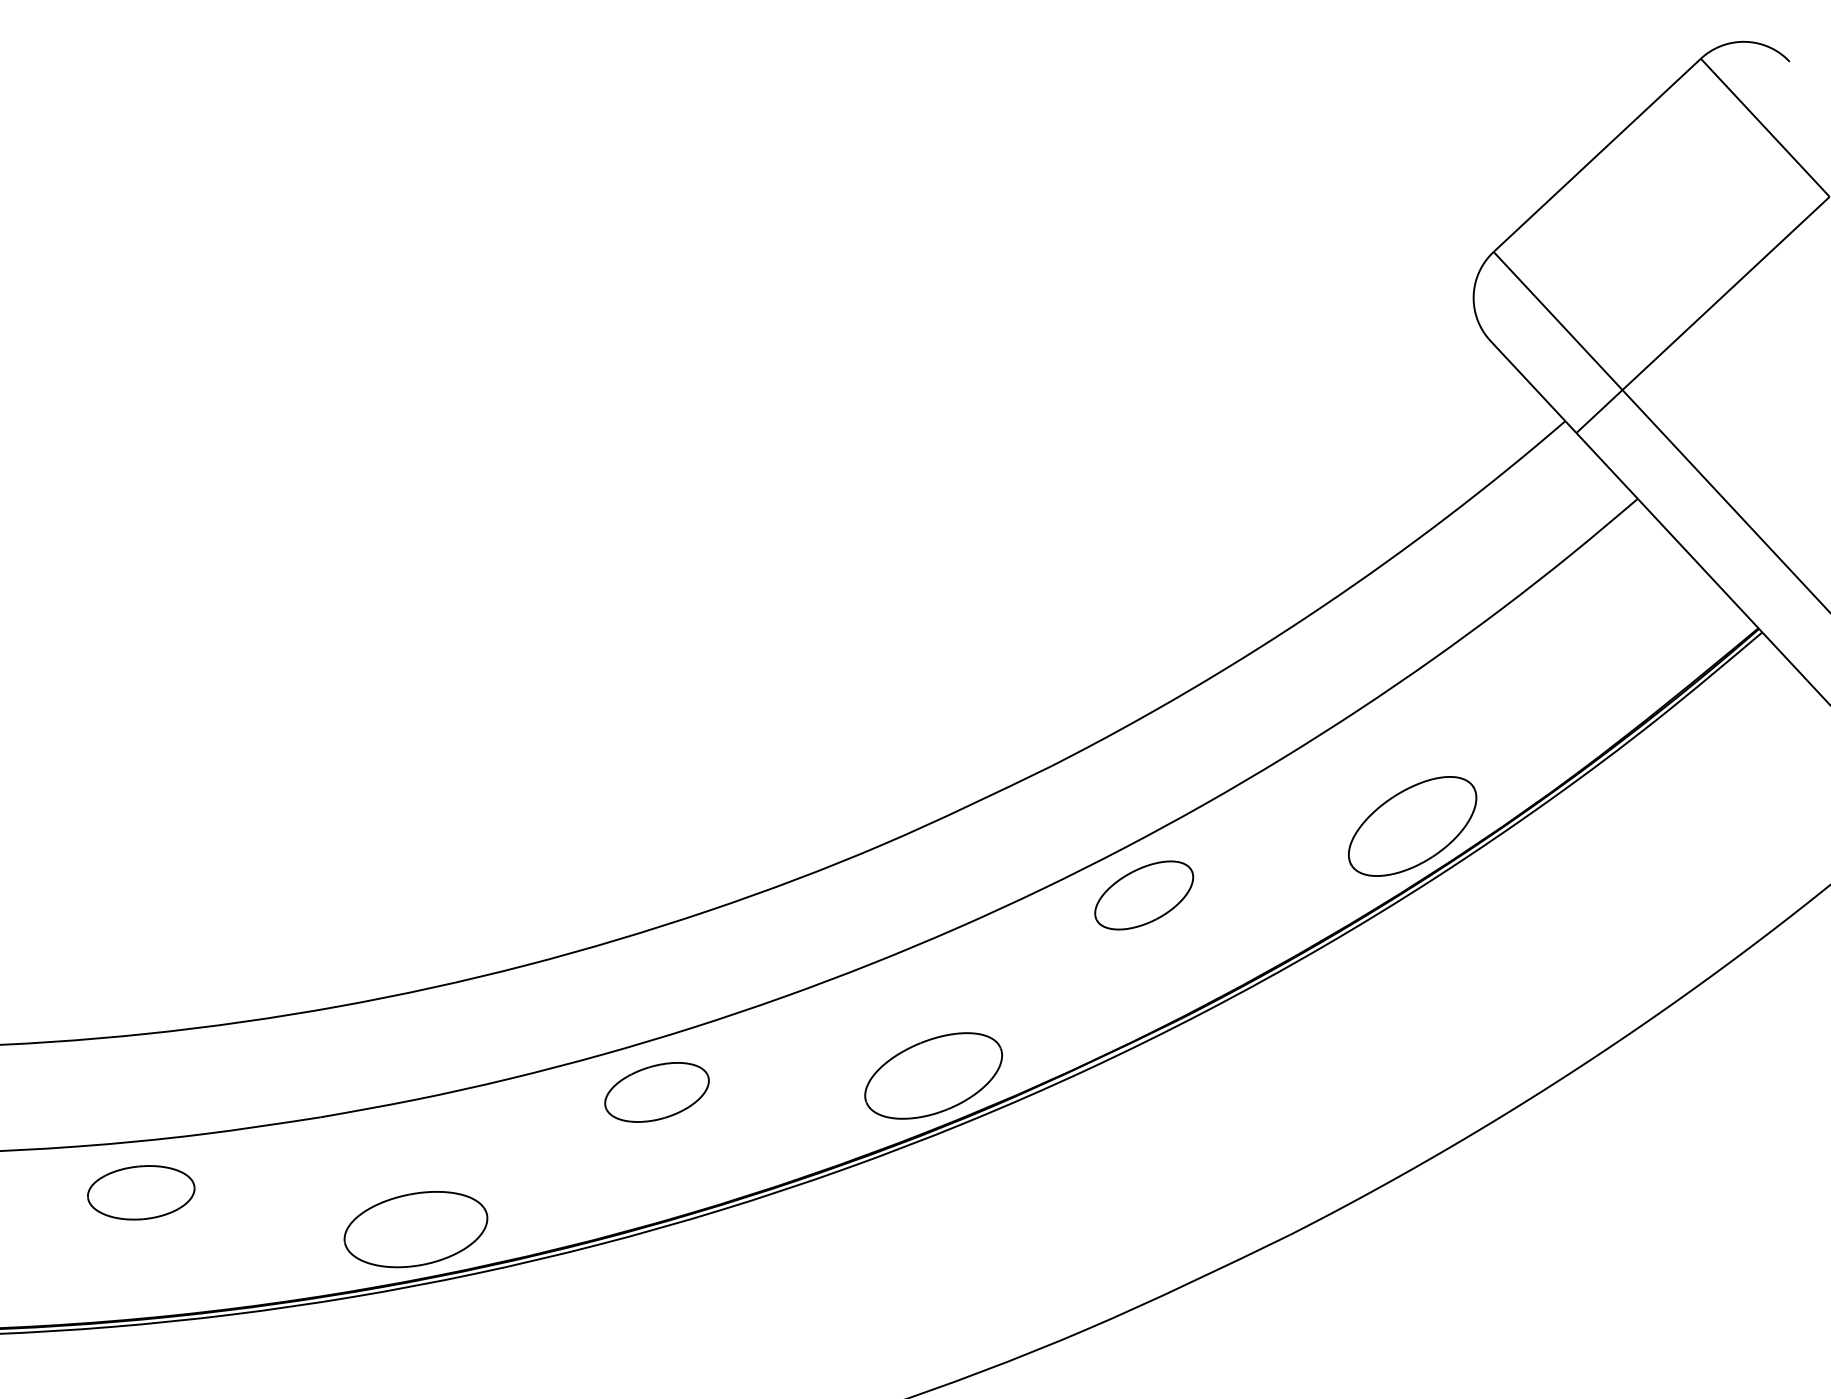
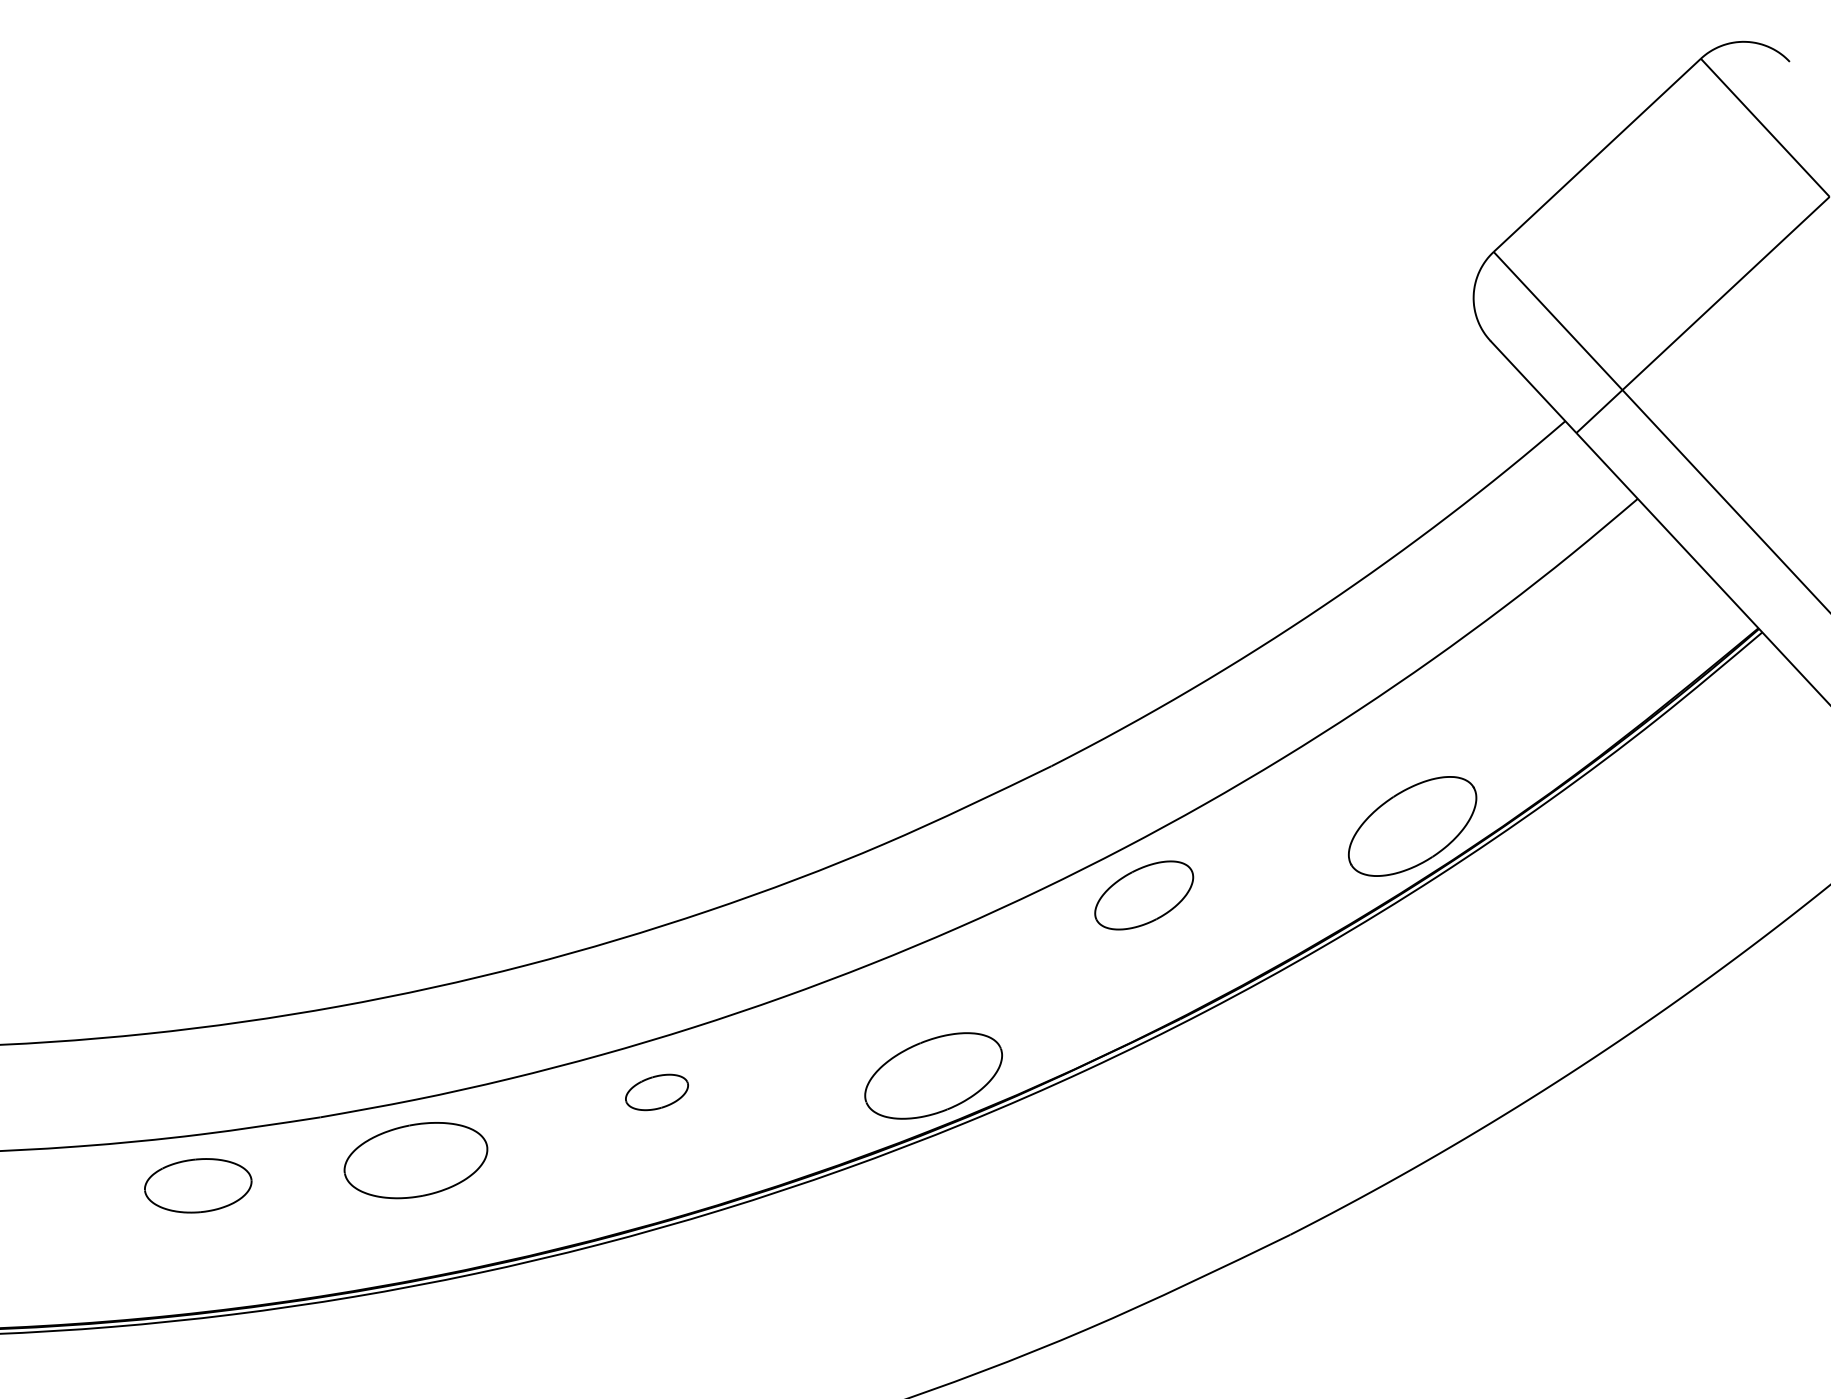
part at (656, 1092) size: 106x61 px -> 64x39 px
part at (141, 1192) position: (141, 1192) -> (198, 1185)
part at (415, 1229) position: (415, 1229) -> (415, 1160)
